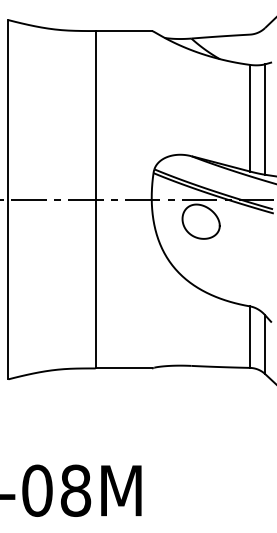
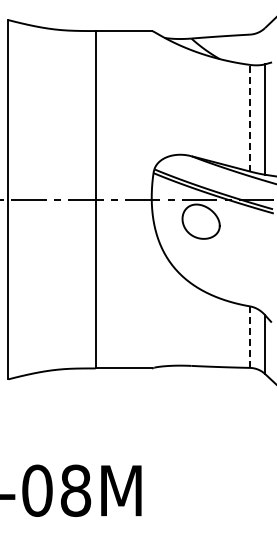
line at (249, 117): solid -> dashed
line at (249, 337): solid -> dashed
